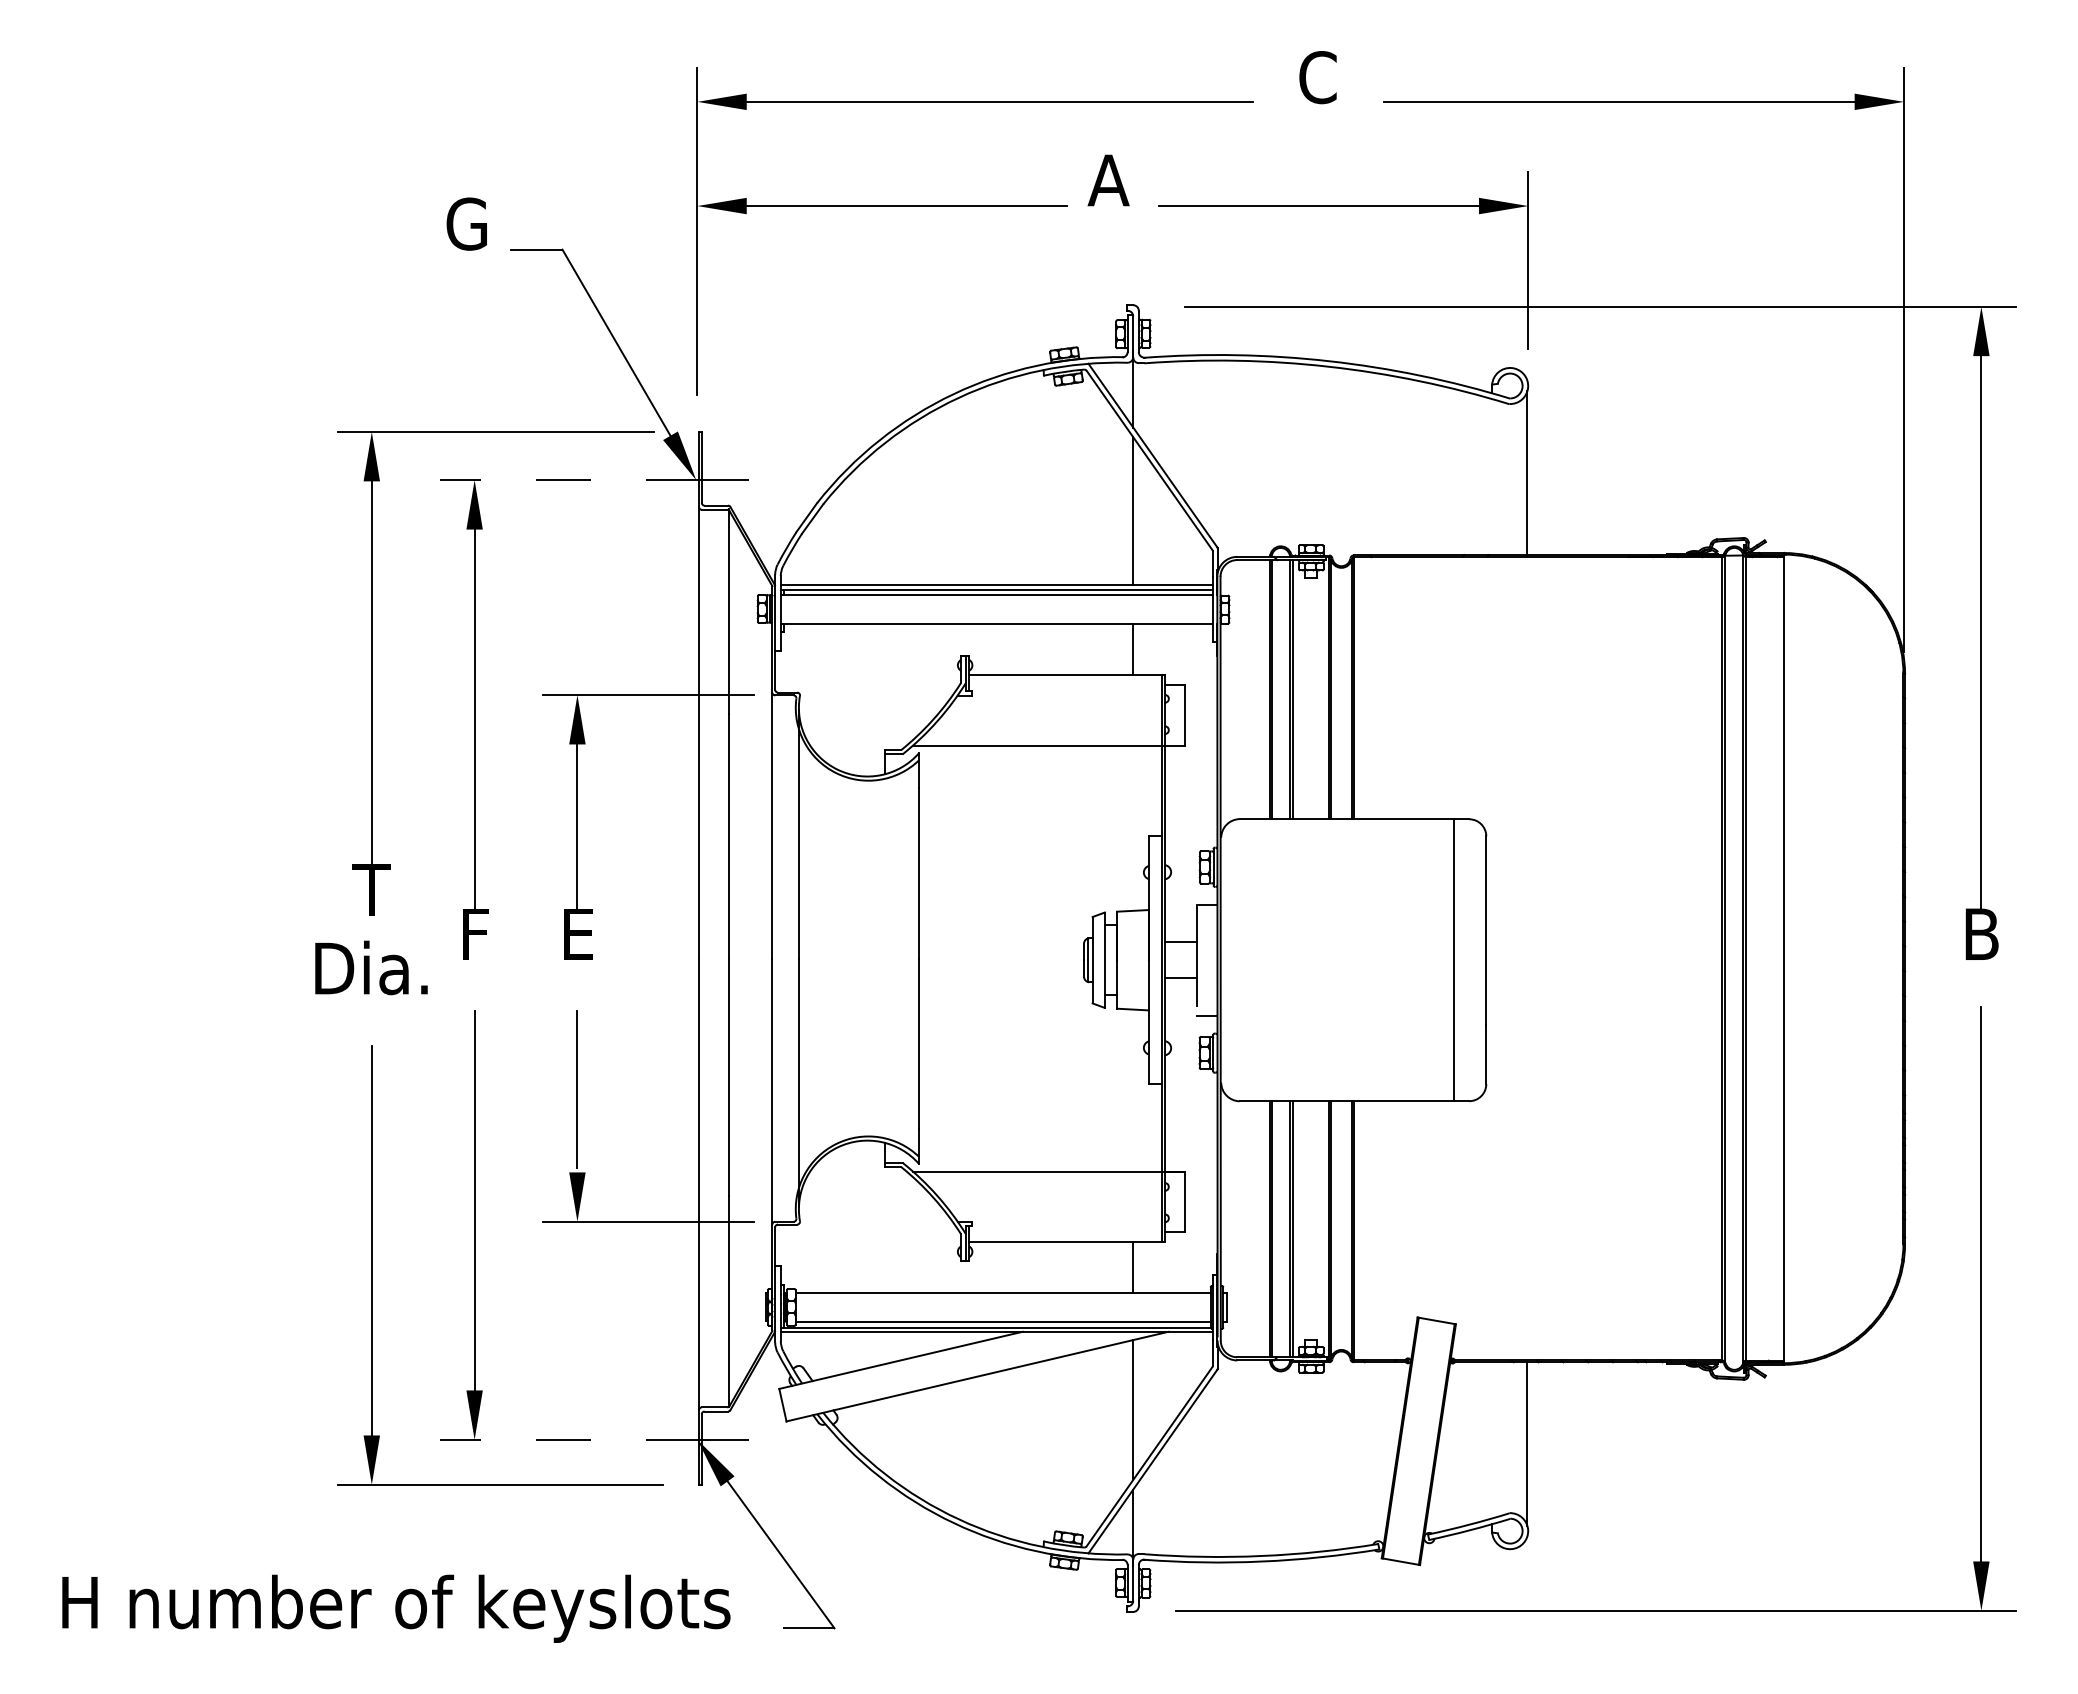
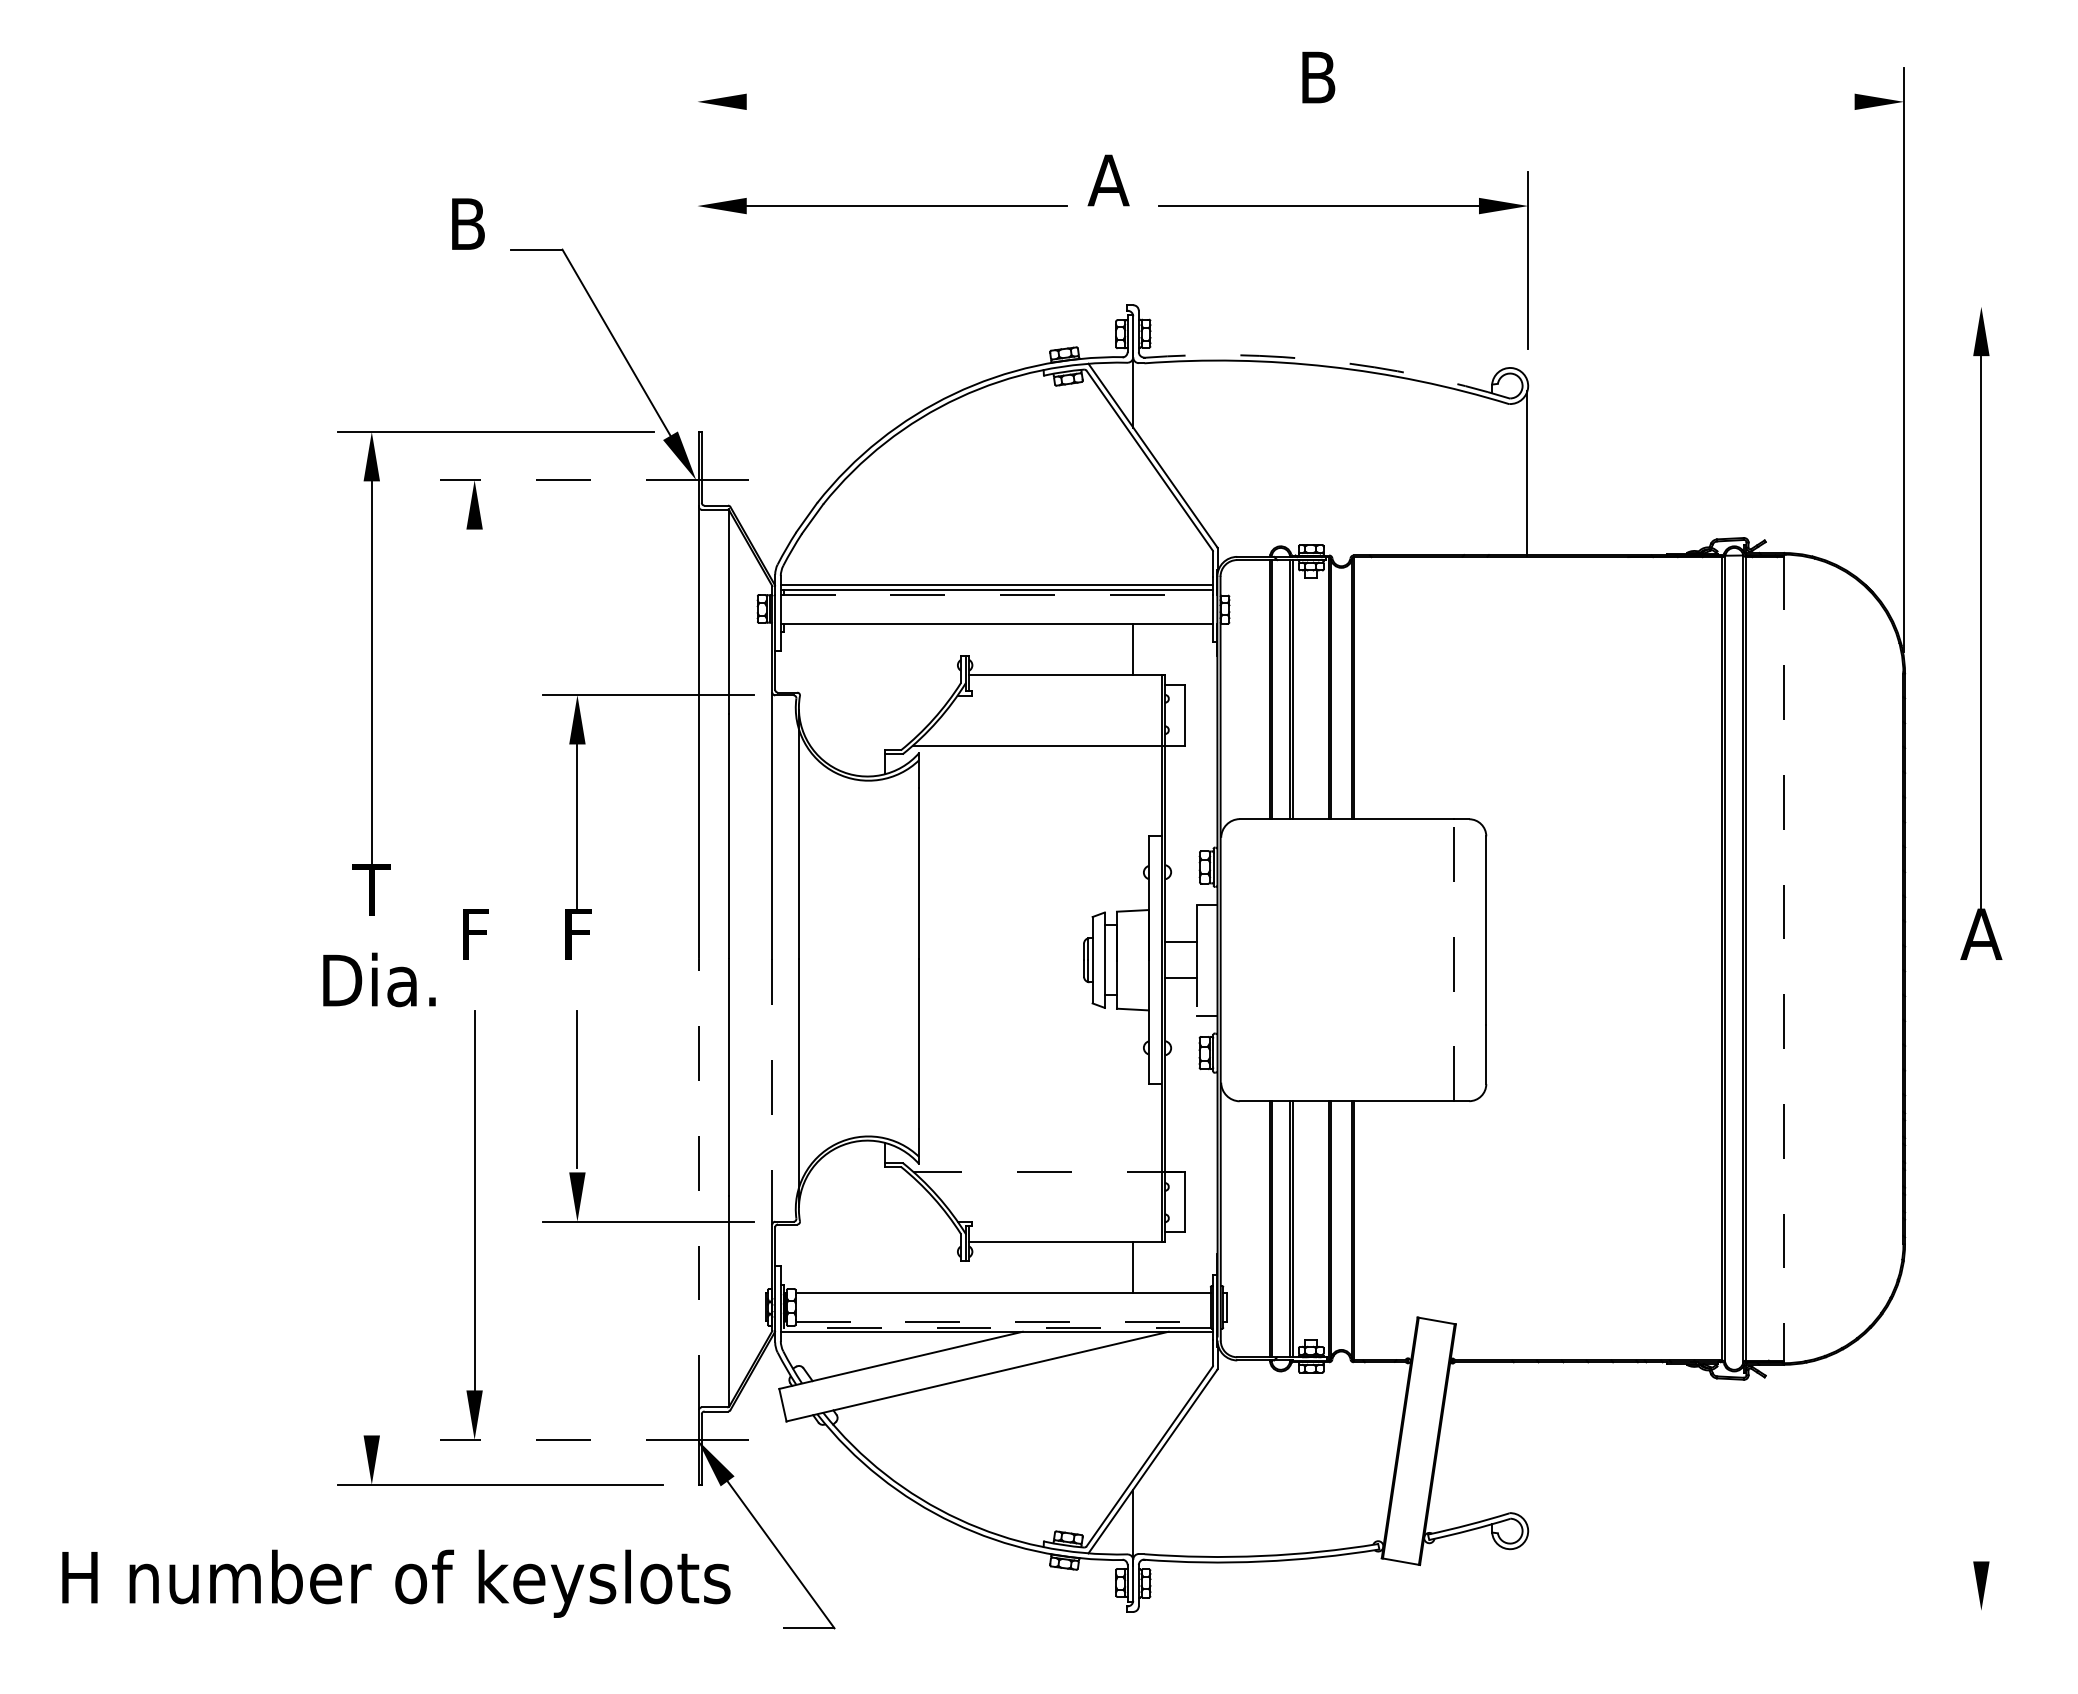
text at (1317, 77): C -> B
line at (999, 101): present -> none
line at (1618, 101): present -> none
text at (466, 223): G -> B
line at (697, 230): present -> none
line at (1600, 306): present -> none
arc at (1329, 361): solid -> dashed
line at (1133, 511): present -> none
line at (997, 595): solid -> dashed
line at (474, 718): present -> none
text at (1981, 933): B -> A
text at (578, 934): E -> F
line at (1453, 959): solid -> dashed
line at (1784, 959): solid -> dashed
text at (371, 967) position: (371, 967) -> (379, 979)
line at (772, 1091): solid -> dashed
line at (1046, 1171): solid -> dashed
line at (699, 1184): solid -> dashed
line at (371, 1243): present -> none
line at (1981, 1285): present -> none
line at (1003, 1321): solid -> dashed
line at (995, 1327): solid -> dashed
line at (1133, 1409): present -> none
line at (1527, 1444): present -> none
text at (396, 1608) position: (396, 1608) -> (396, 1583)
line at (1595, 1610): present -> none
